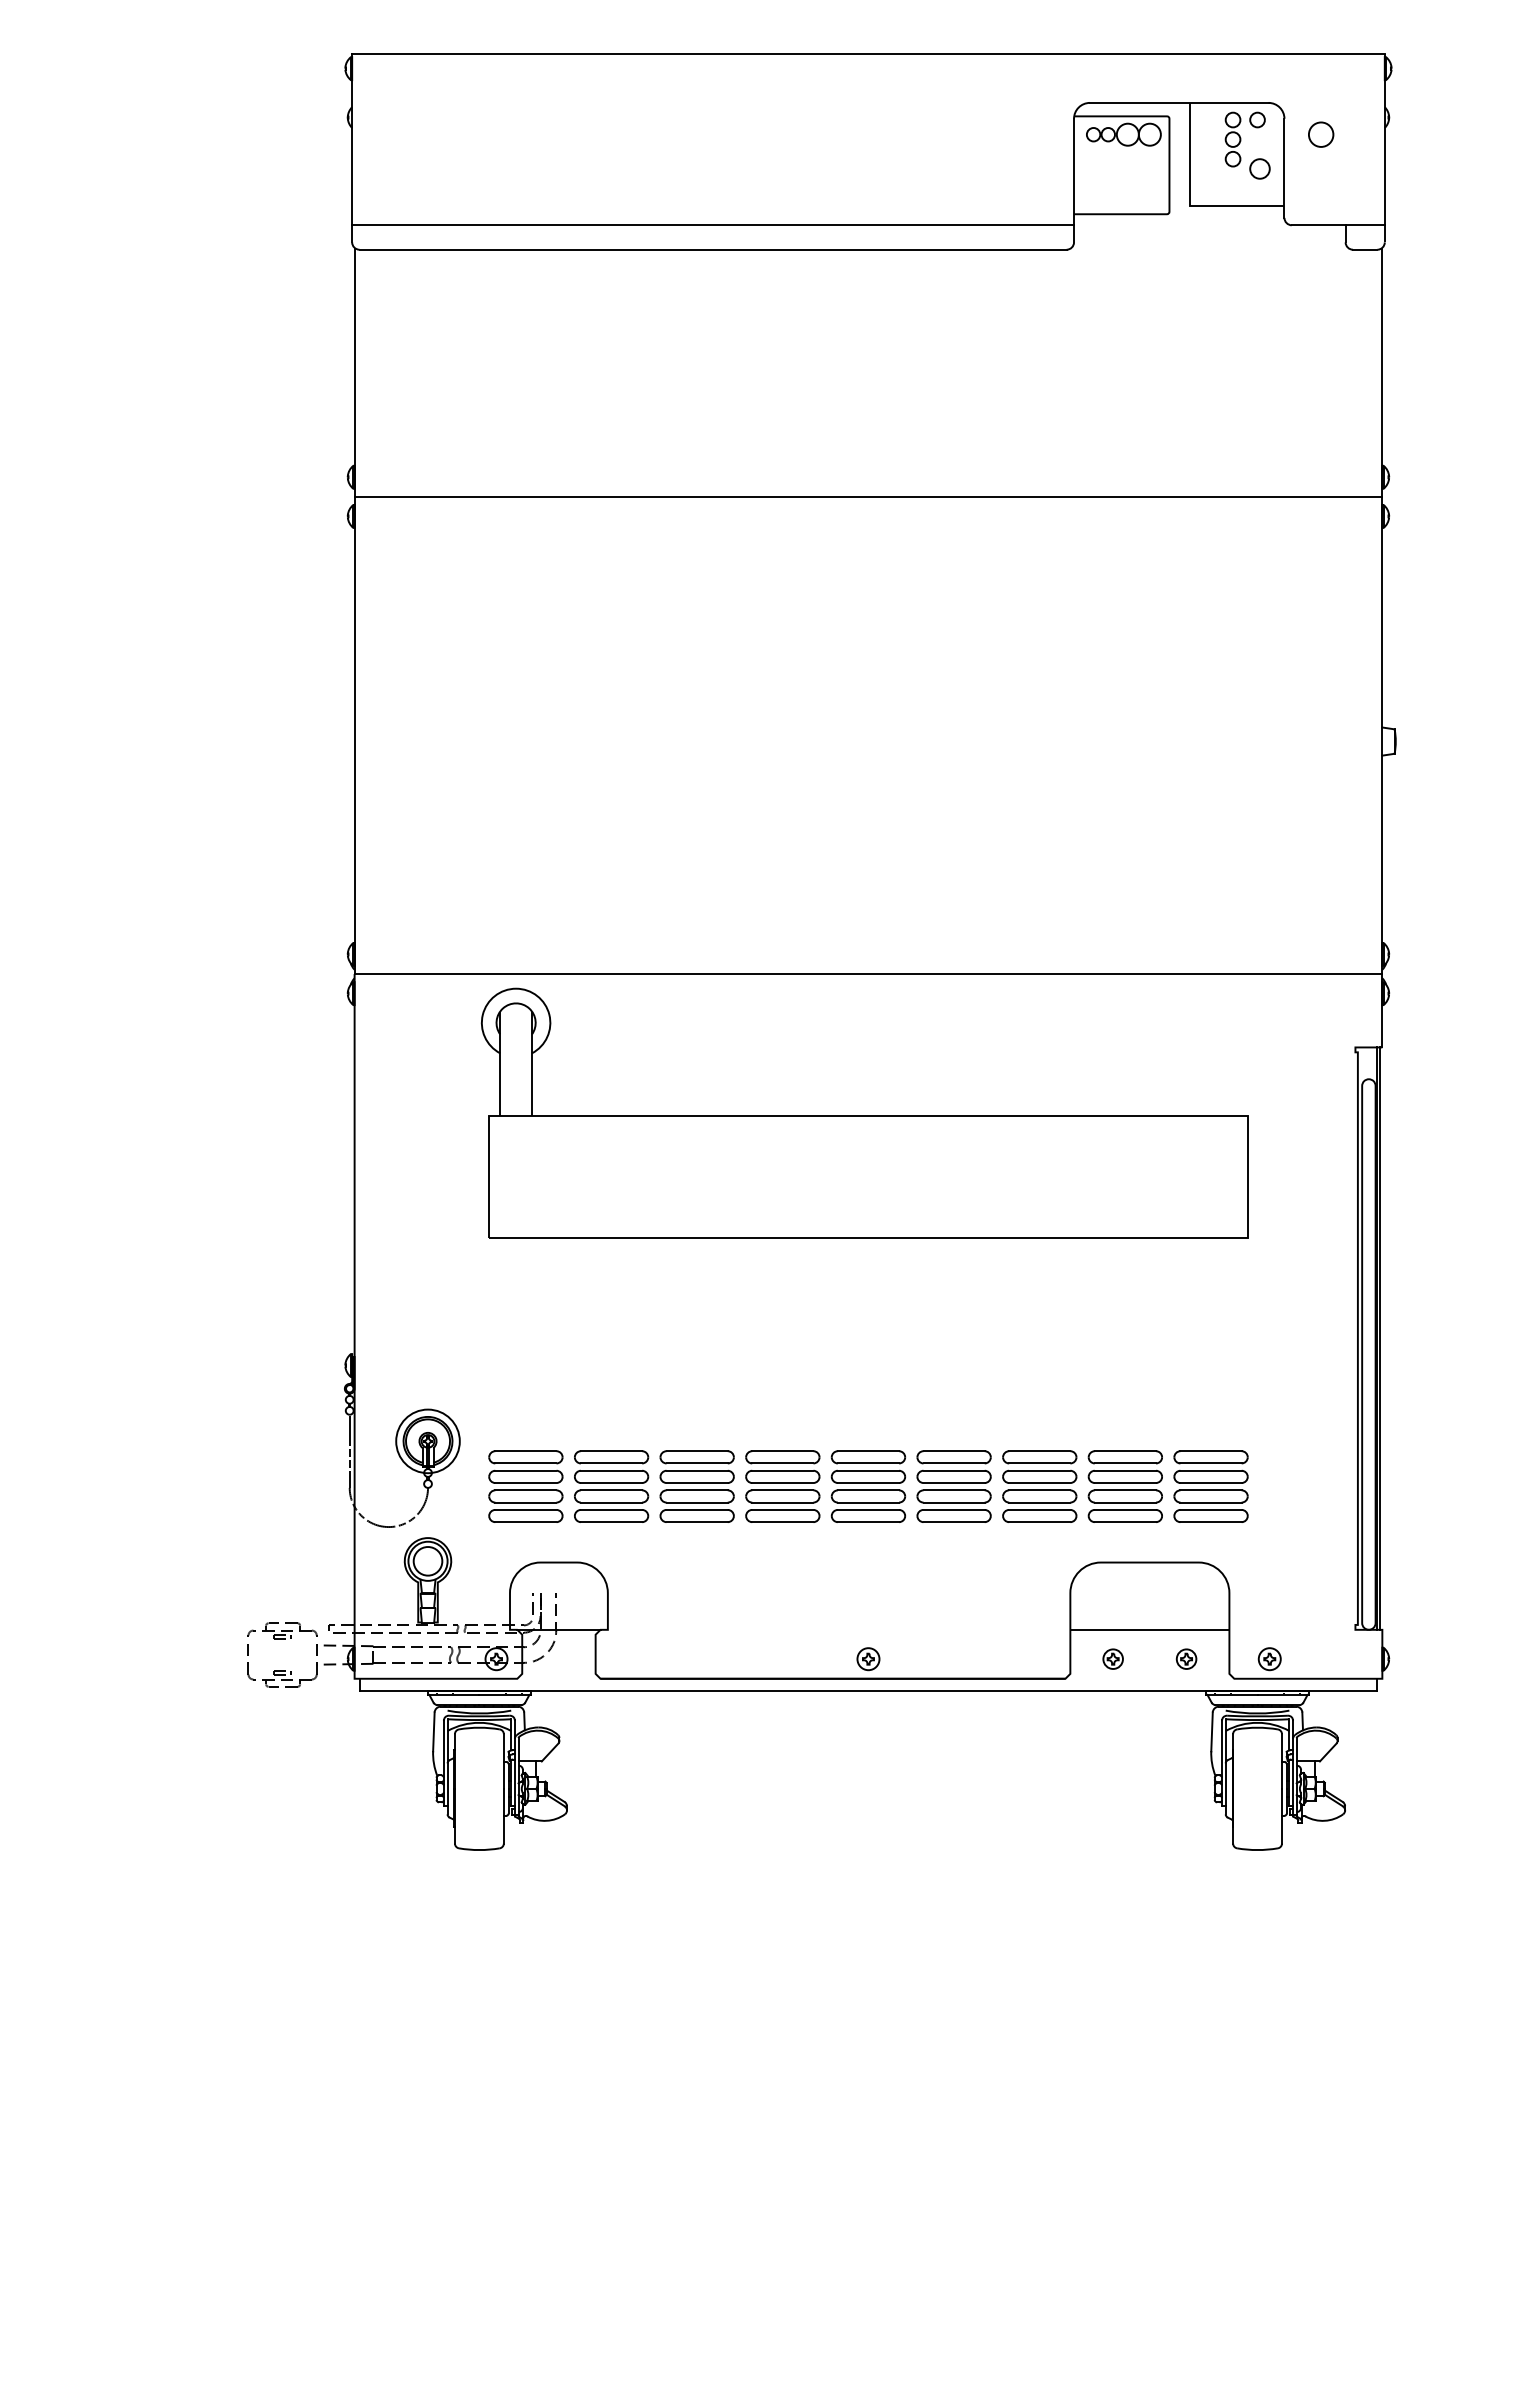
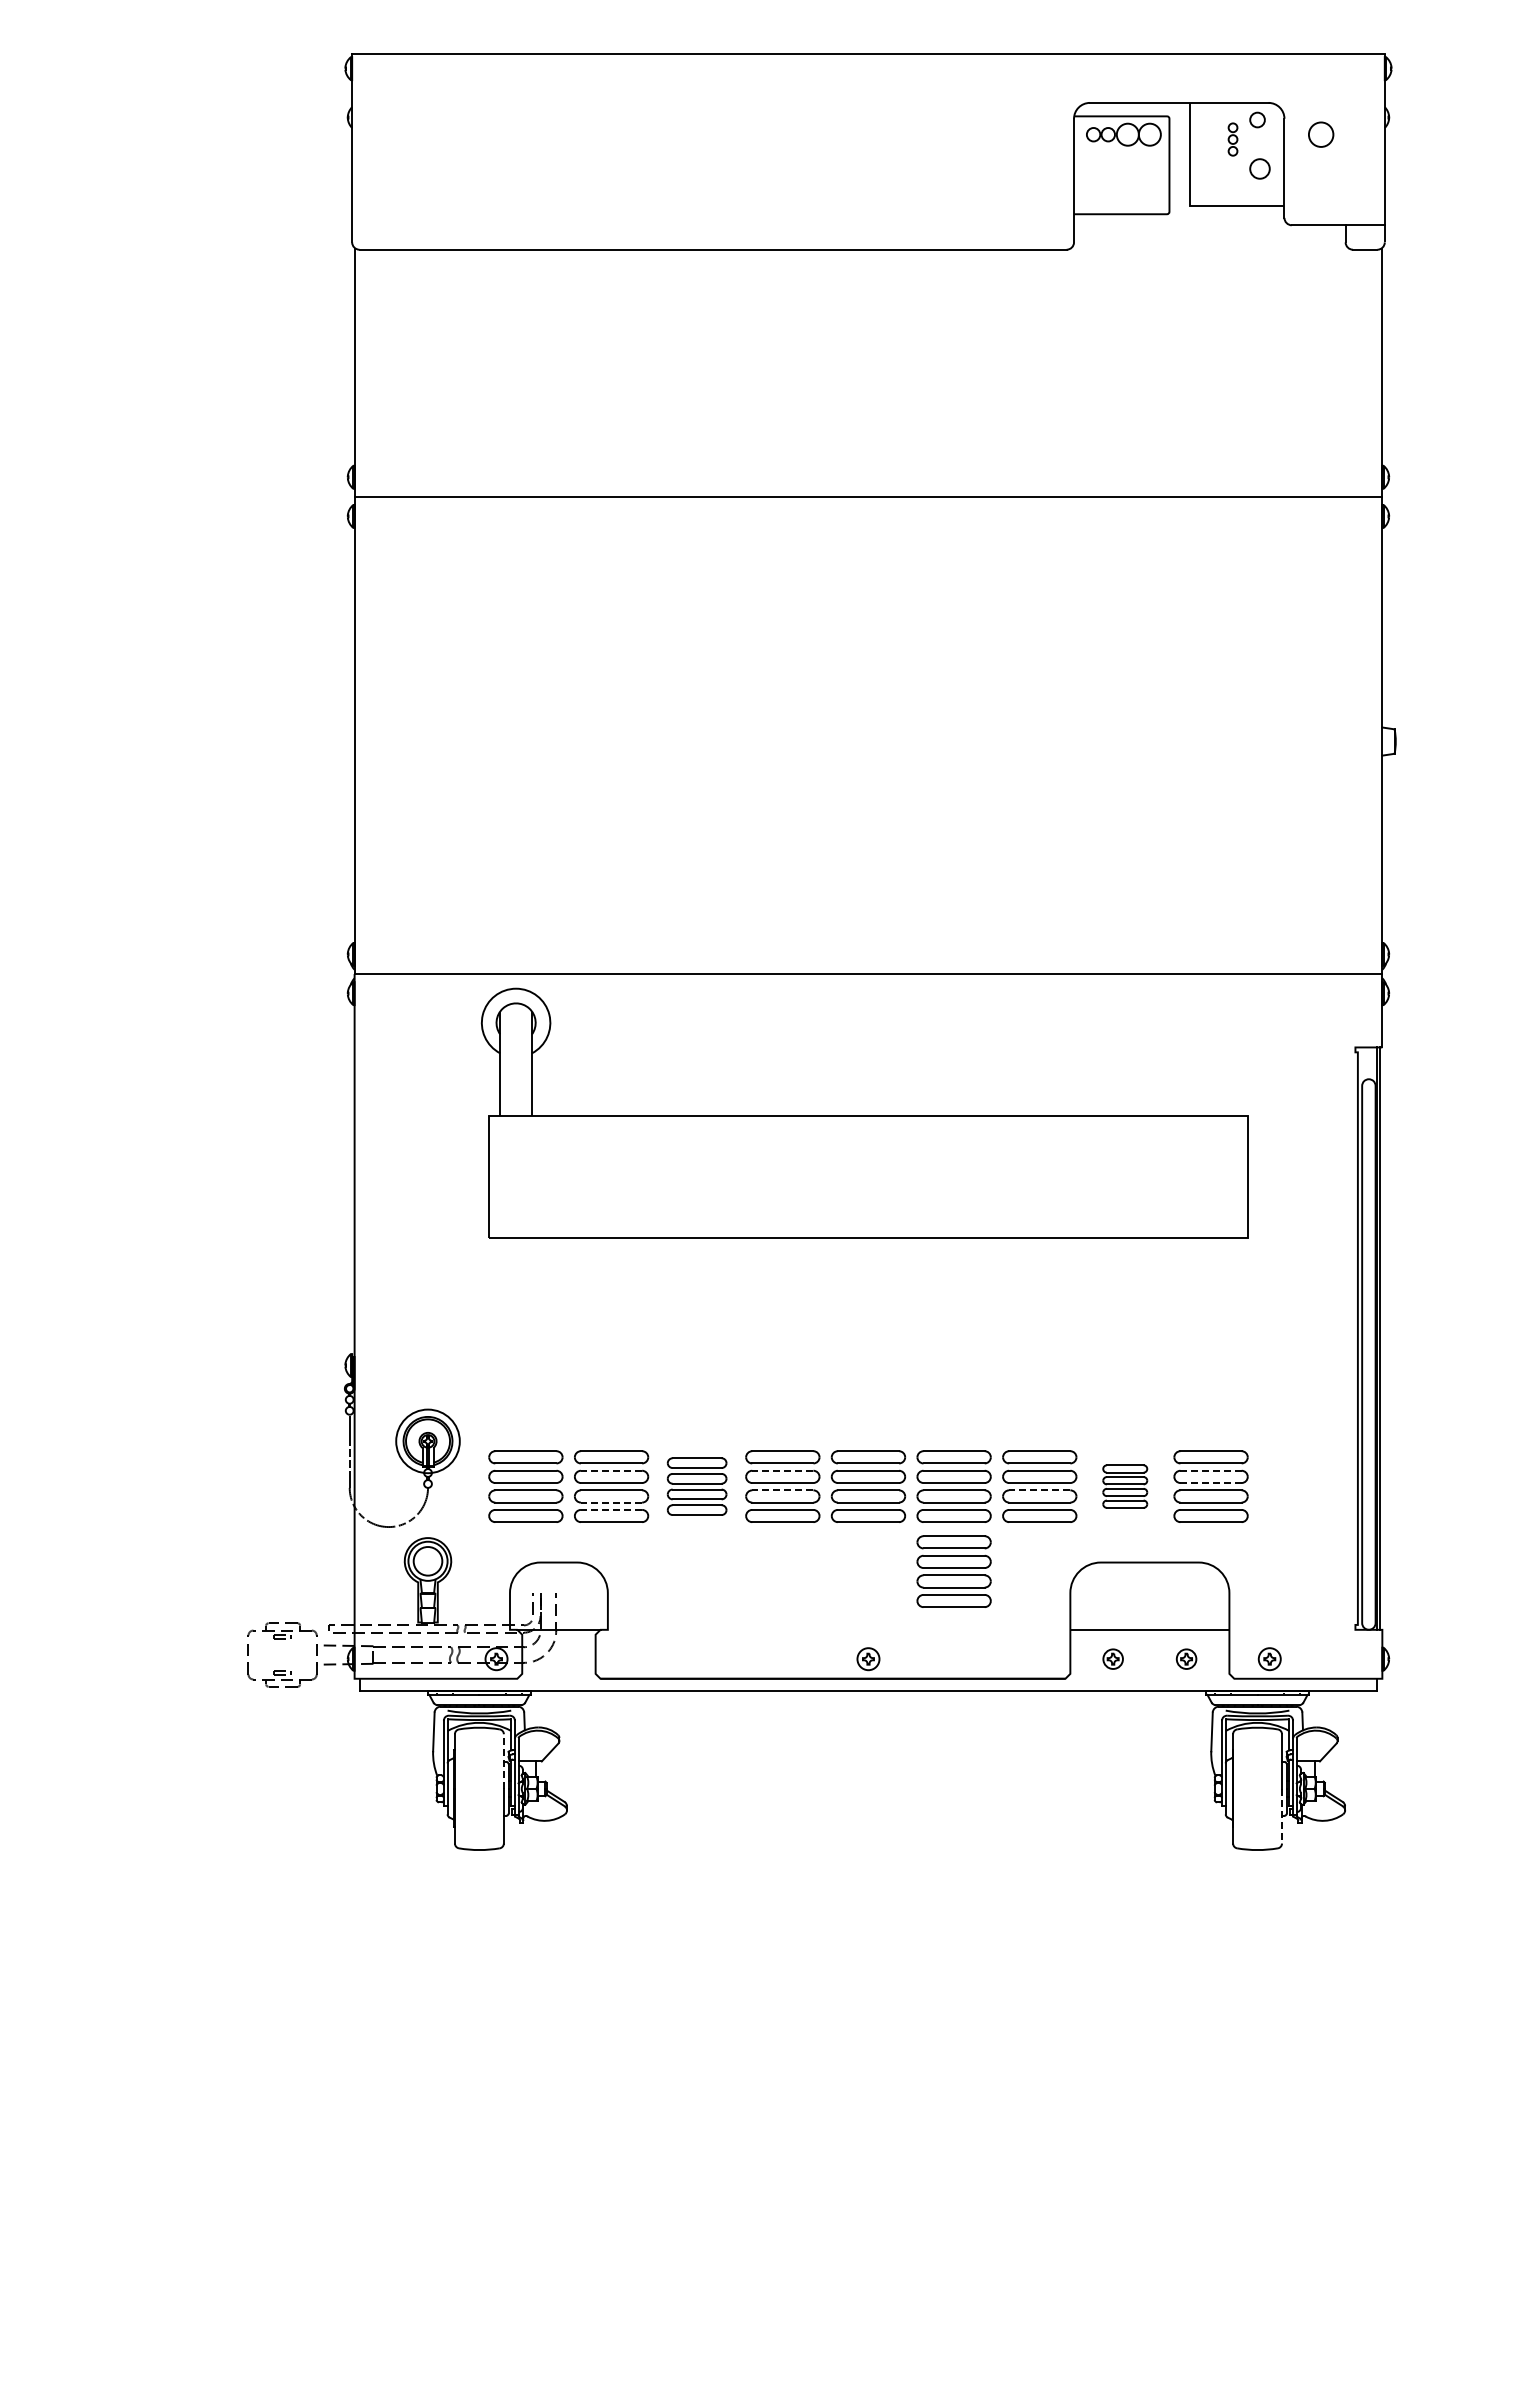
part at (1232, 139) size: 18x57 px -> 12x35 px
line at (713, 225): present -> none
line at (611, 1470): solid -> dashed
line at (782, 1470): solid -> dashed
line at (1211, 1470): solid -> dashed
line at (1211, 1483): solid -> dashed
part at (696, 1486) size: 76x73 px -> 62x59 px
part at (1124, 1486) size: 76x73 px -> 47x45 px
line at (782, 1490): solid -> dashed
line at (1039, 1490): solid -> dashed
line at (611, 1502): solid -> dashed
line at (611, 1509): solid -> dashed
part at (953, 1571): none -> present
line at (503, 1761): solid -> dashed
line at (1282, 1816): solid -> dashed
